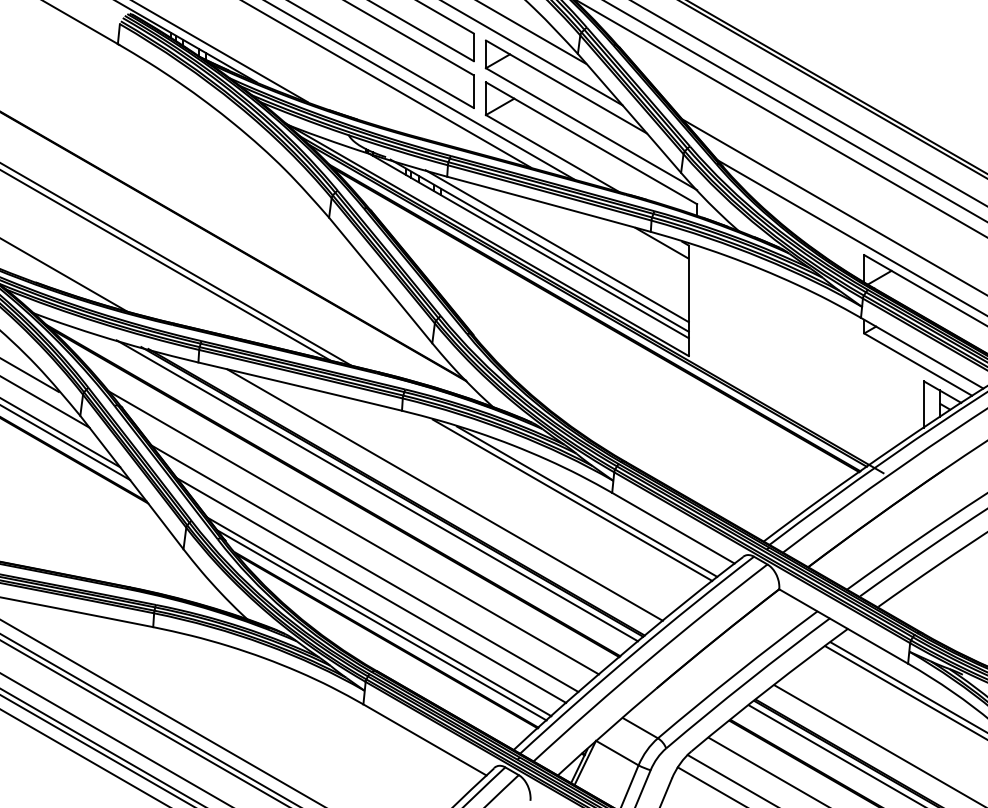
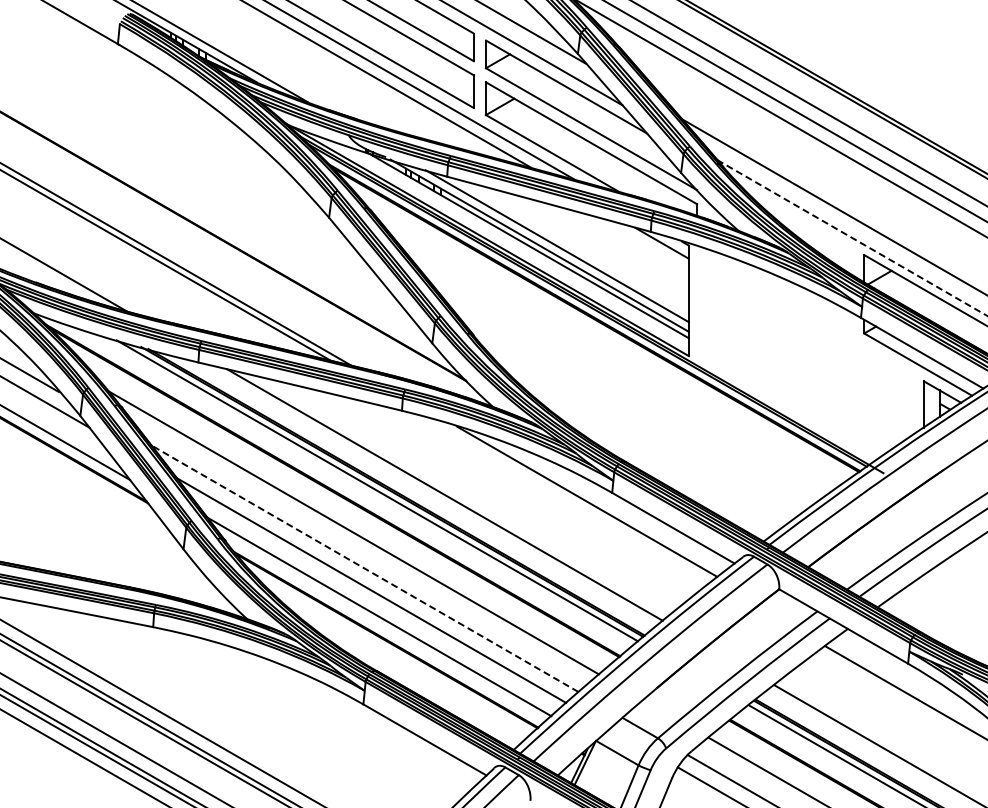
line at (852, 238): solid -> dashed
line at (61, 433): present -> none
line at (572, 499): present -> none
line at (364, 568): solid -> dashed
line at (381, 625): present -> none
line at (907, 686): present -> none
